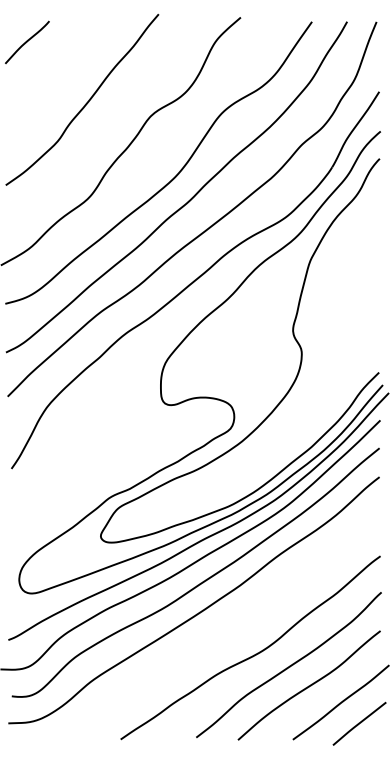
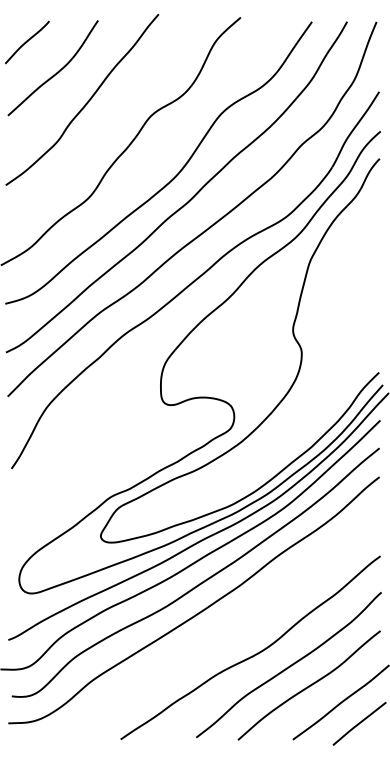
curve at (56, 72): none -> present
